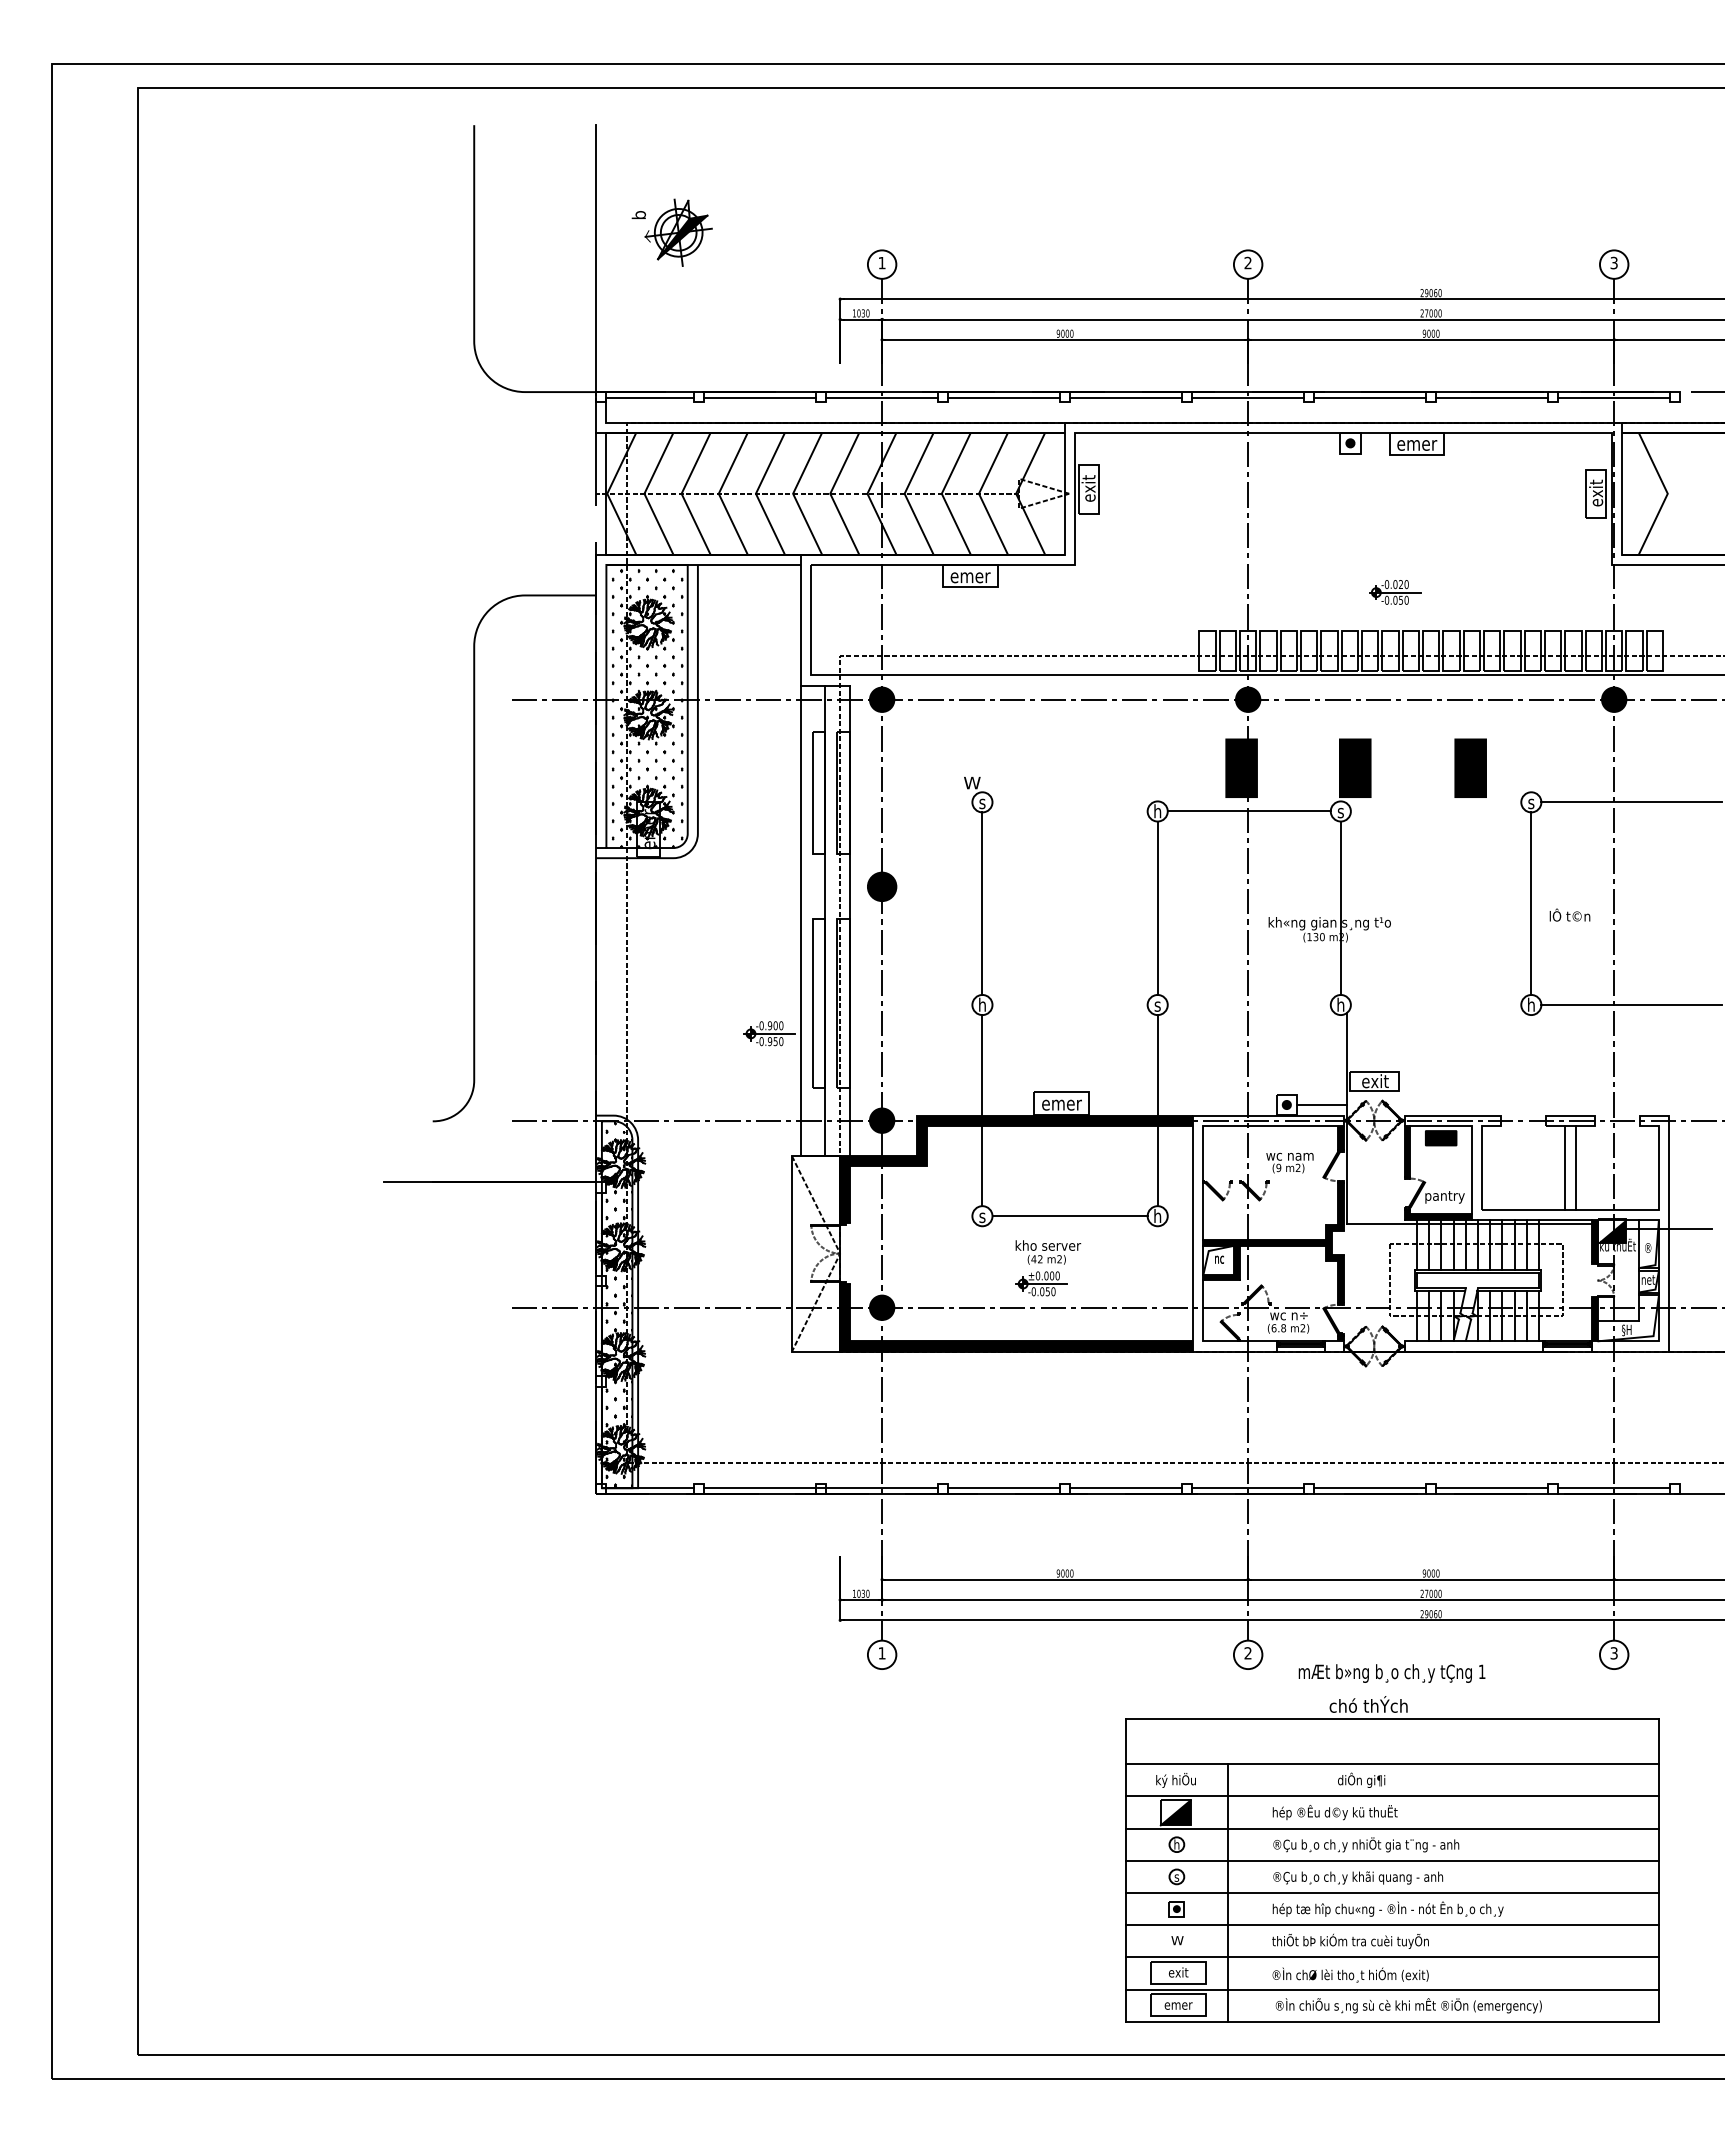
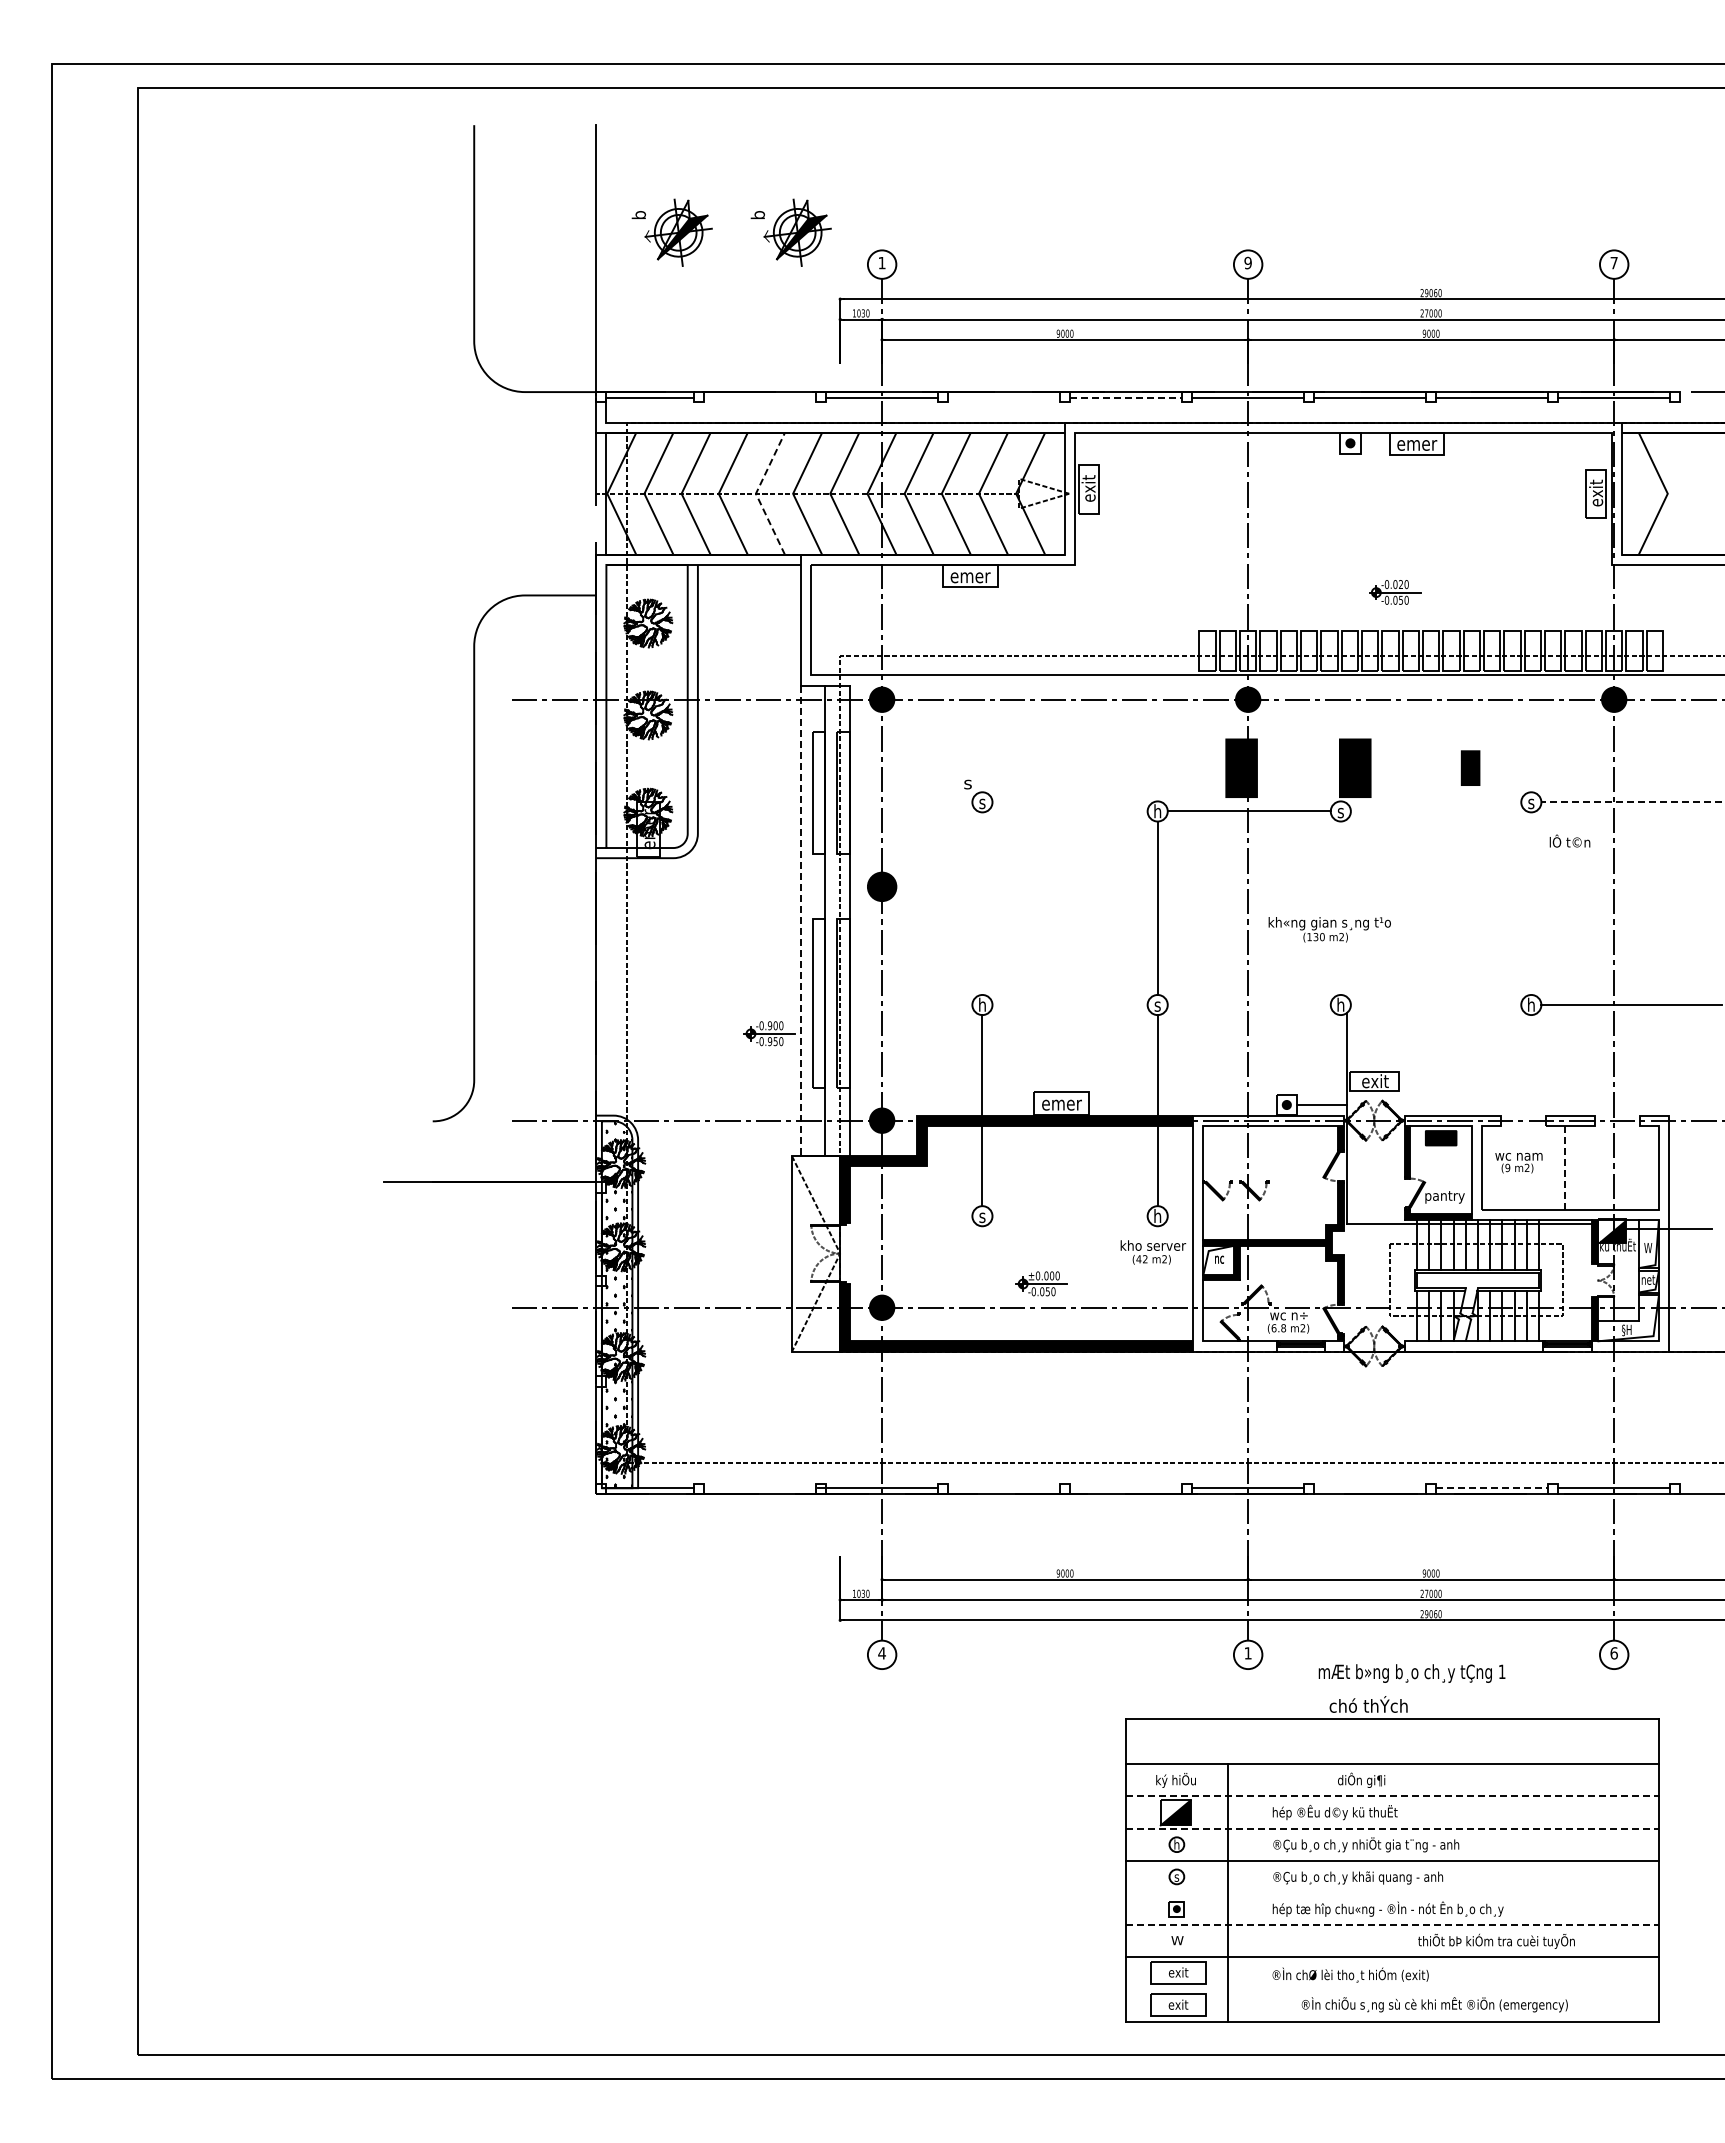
part at (790, 232): none -> present
text at (1613, 262): 3 -> 7
text at (1247, 263): 2 -> 9
line at (760, 397): present -> none
line at (1004, 397): present -> none
line at (1126, 397): solid -> dashed
line at (755, 493): solid -> dashed
hatch at (647, 708): present -> none
part at (1470, 767) size: 33x60 px -> 21x36 px
text at (972, 782): W -> s
line at (1630, 802): solid -> dashed
line at (982, 903): present -> none
line at (1531, 903): present -> none
line at (1340, 907): present -> none
text at (1569, 914) position: (1569, 914) -> (1569, 840)
line at (800, 921): solid -> dashed
text at (1289, 1162) position: (1289, 1162) -> (1518, 1162)
line at (1565, 1167): solid -> dashed
line at (1575, 1167): present -> none
line at (1069, 1216): present -> none
text at (1648, 1248): ® -> W
text at (1048, 1252) position: (1048, 1252) -> (1153, 1252)
line at (760, 1488): present -> none
line at (1004, 1488): present -> none
line at (1126, 1488): present -> none
line at (1370, 1488): present -> none
line at (1492, 1488): solid -> dashed
text at (881, 1653): 1 -> 4
text at (1247, 1653): 2 -> 1
text at (1613, 1653): 3 -> 6
text at (1391, 1673) position: (1391, 1673) -> (1411, 1673)
line at (1392, 1796): solid -> dashed
line at (1392, 1828): solid -> dashed
line at (1392, 1893): present -> none
line at (1392, 1925): solid -> dashed
text at (1350, 1940) position: (1350, 1940) -> (1496, 1940)
line at (1392, 1989): present -> none
text at (1178, 2004): emer -> exit
text at (1408, 2005) position: (1408, 2005) -> (1434, 2004)
